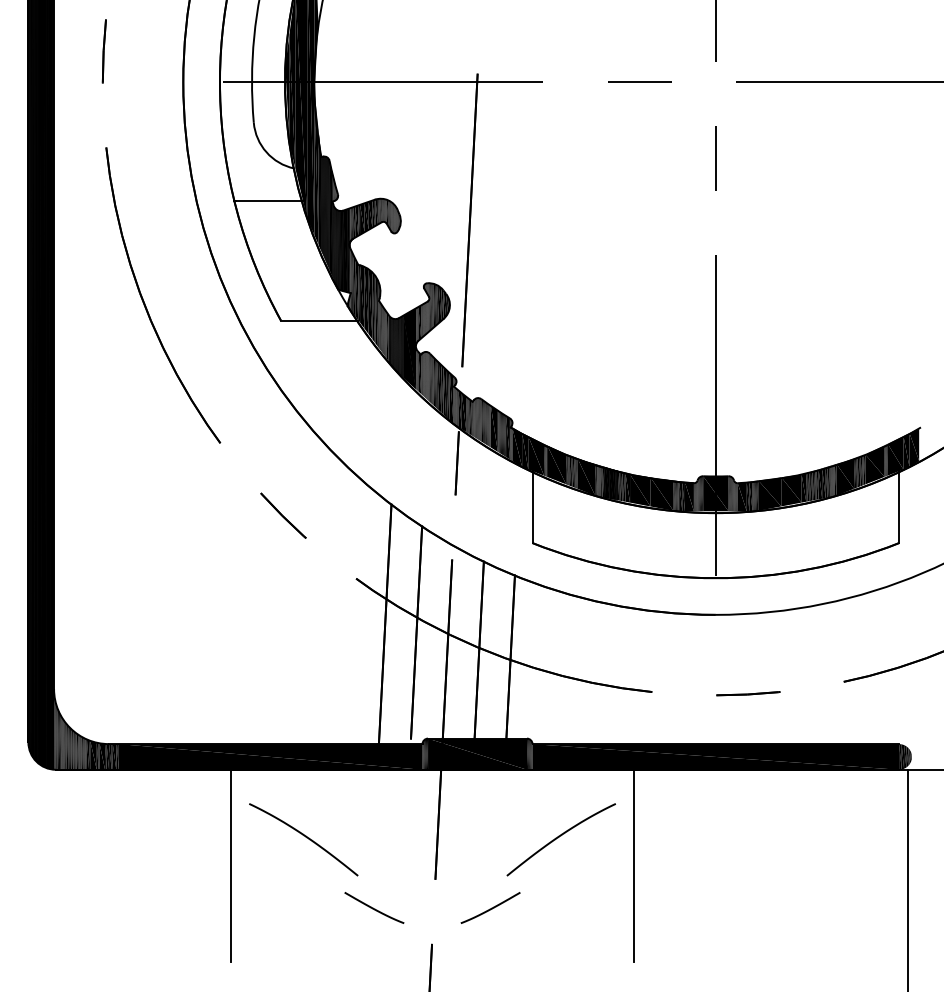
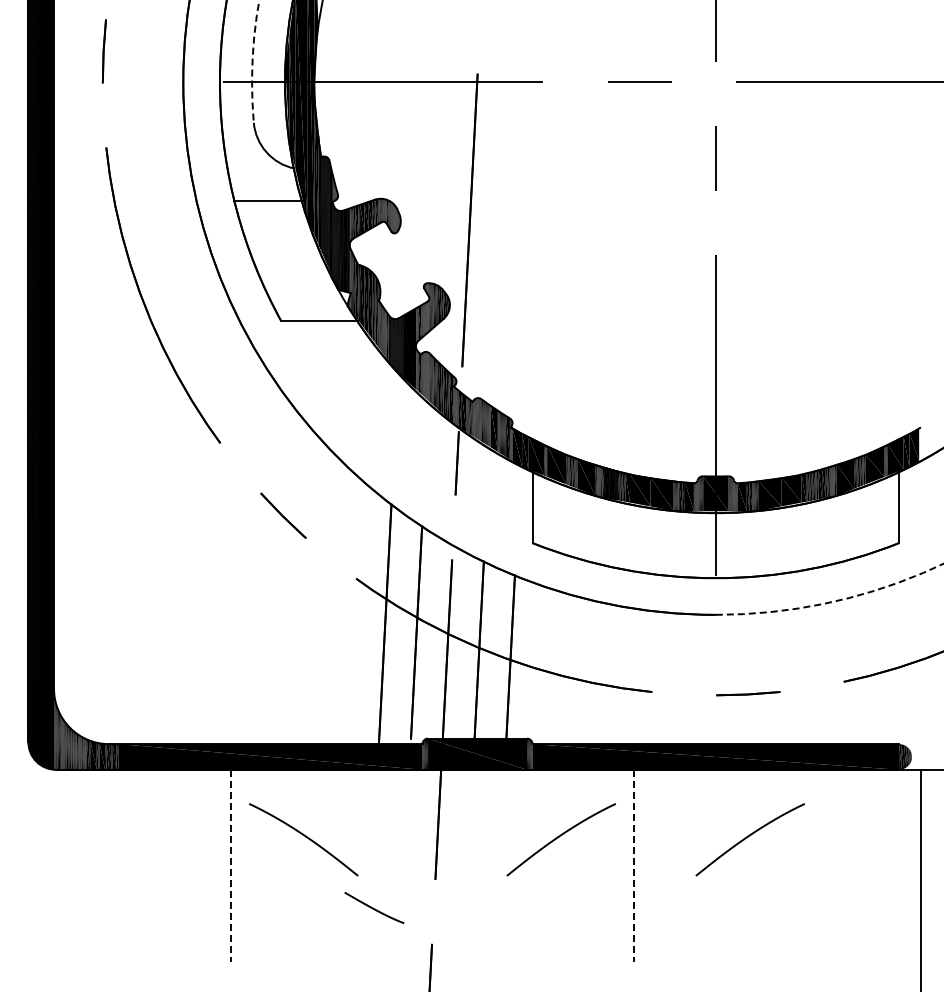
arc at (252, 61): solid -> dashed
arc at (834, 601): solid -> dashed
curve at (748, 837): none -> present
line at (230, 866): solid -> dashed
line at (634, 866): solid -> dashed
line at (908, 878) position: (908, 878) -> (921, 878)
curve at (491, 907): present -> none
